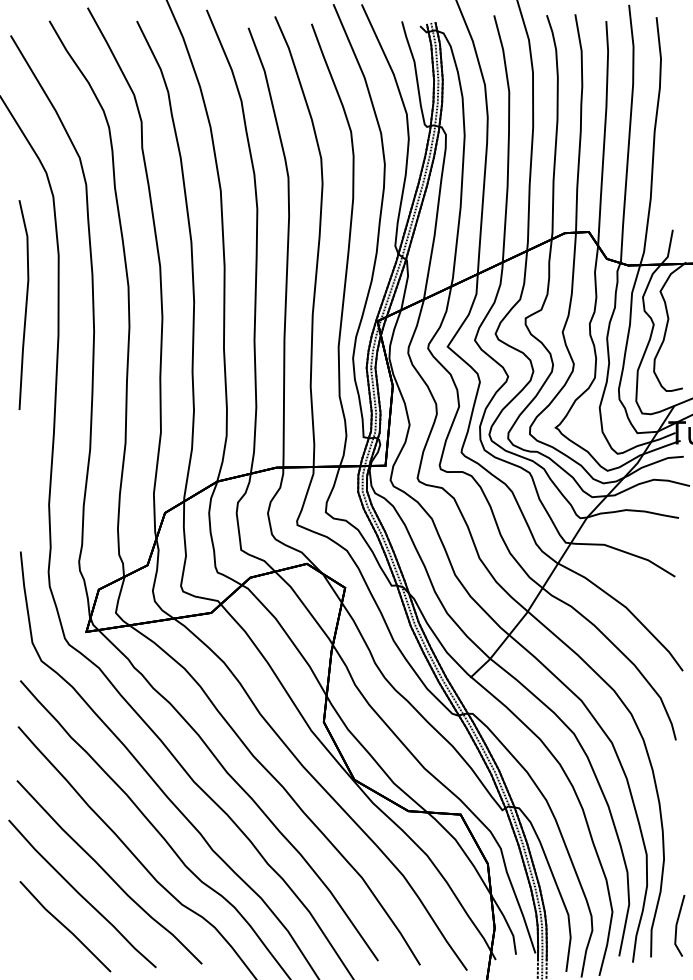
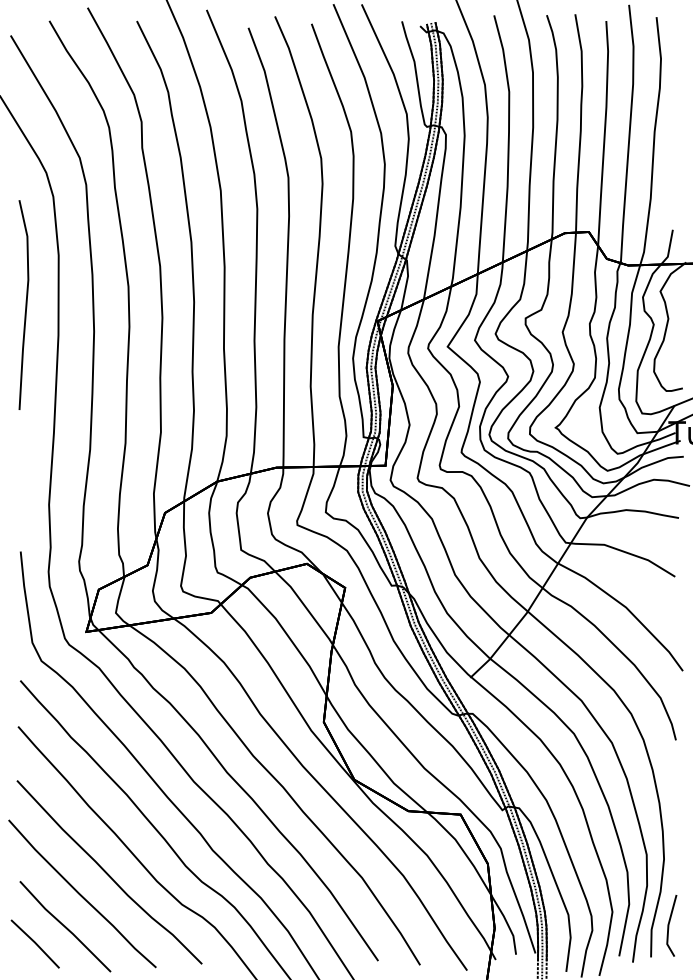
line at (677, 925) position: (677, 925) -> (669, 925)
line at (34, 943): none -> present
